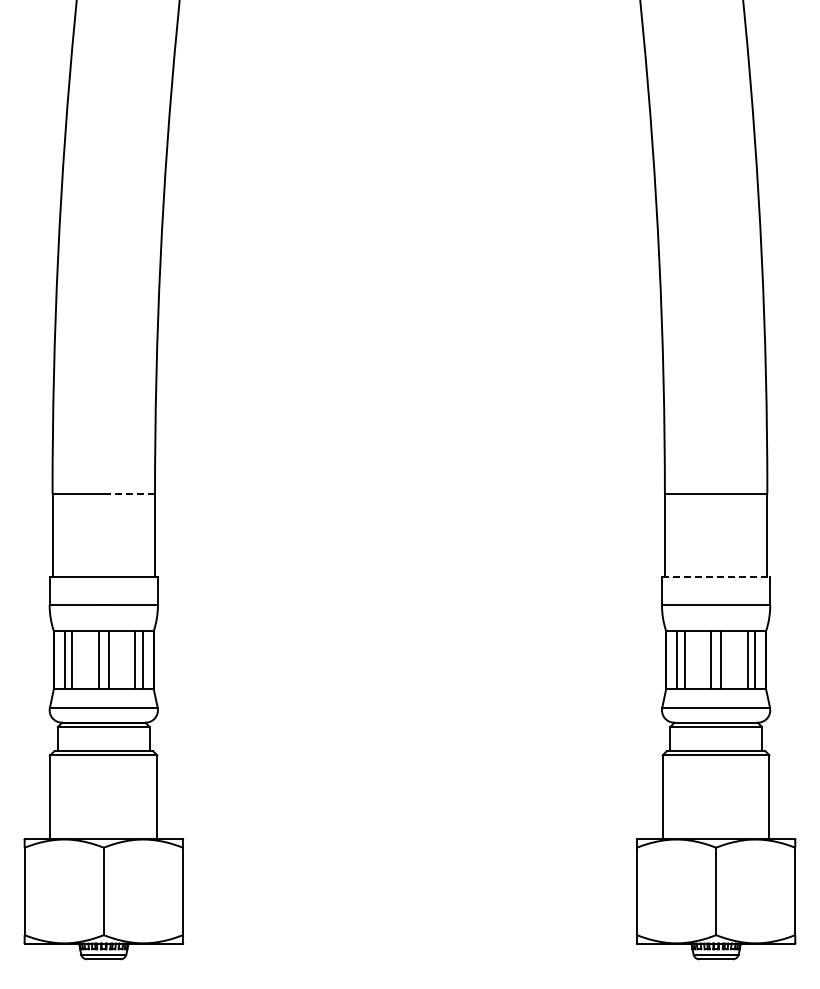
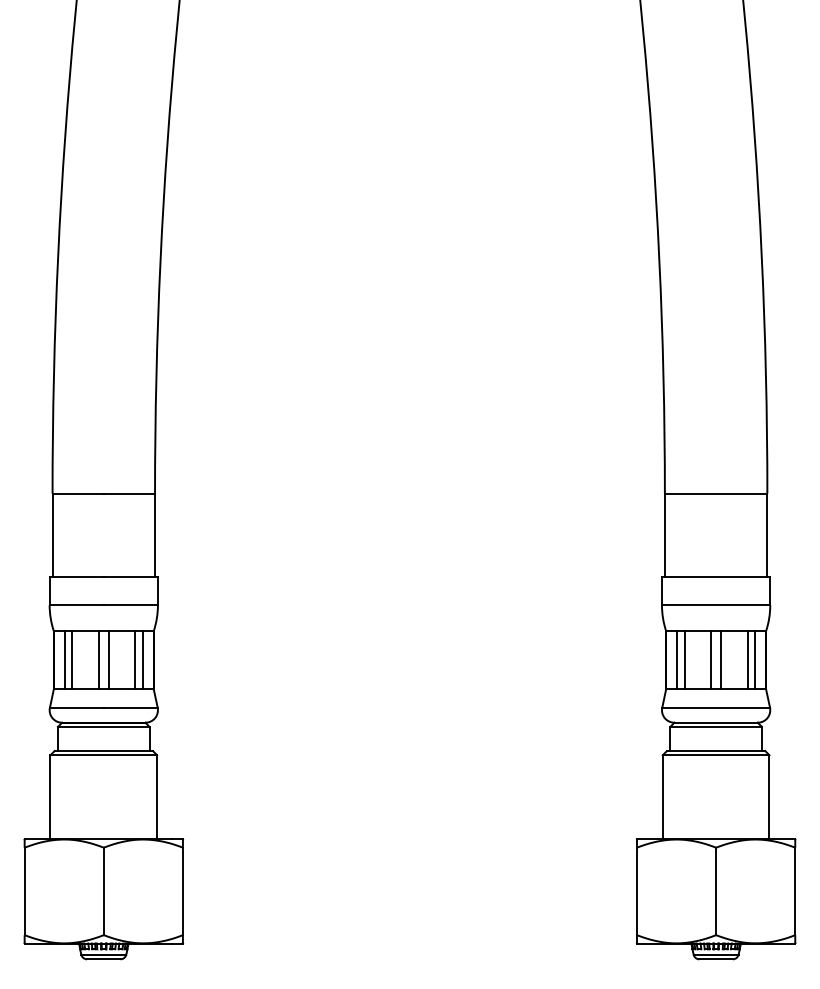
line at (129, 493): dashed -> solid
line at (716, 576): dashed -> solid
